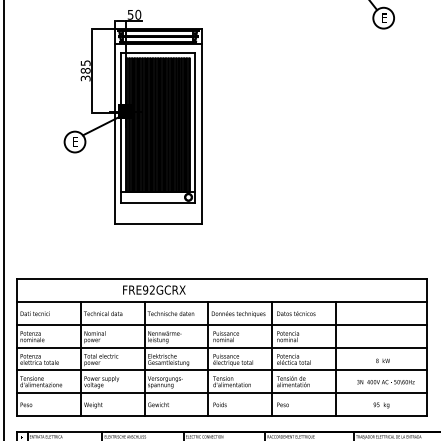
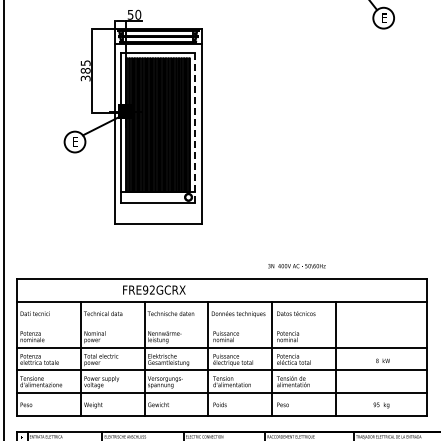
line at (195, 127): solid -> dashed
line at (221, 324): present -> none
text at (385, 382) position: (385, 382) -> (296, 266)
